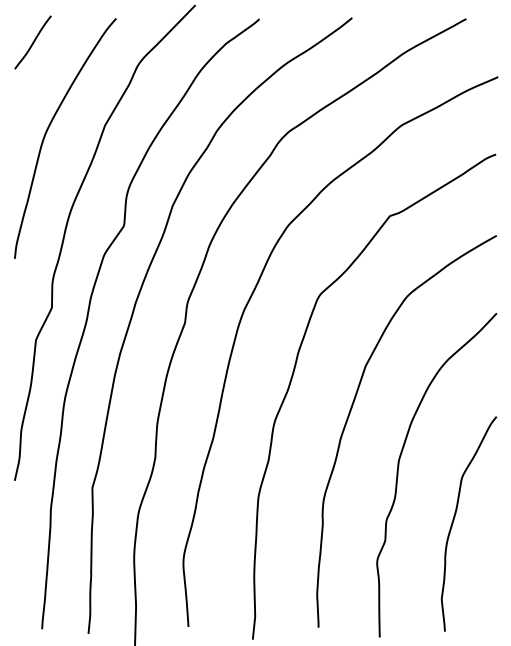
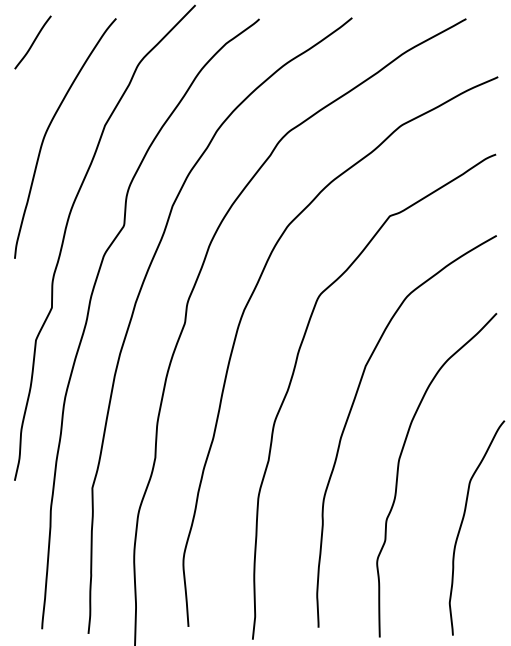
curve at (455, 517) position: (455, 517) -> (463, 521)
